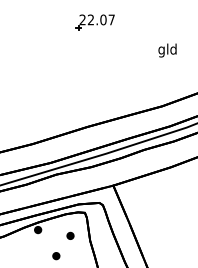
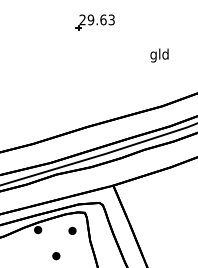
text at (100, 19): 22.07 -> 29.63
text at (167, 50) position: (167, 50) -> (159, 55)
part at (70, 235) position: (70, 235) -> (72, 230)
